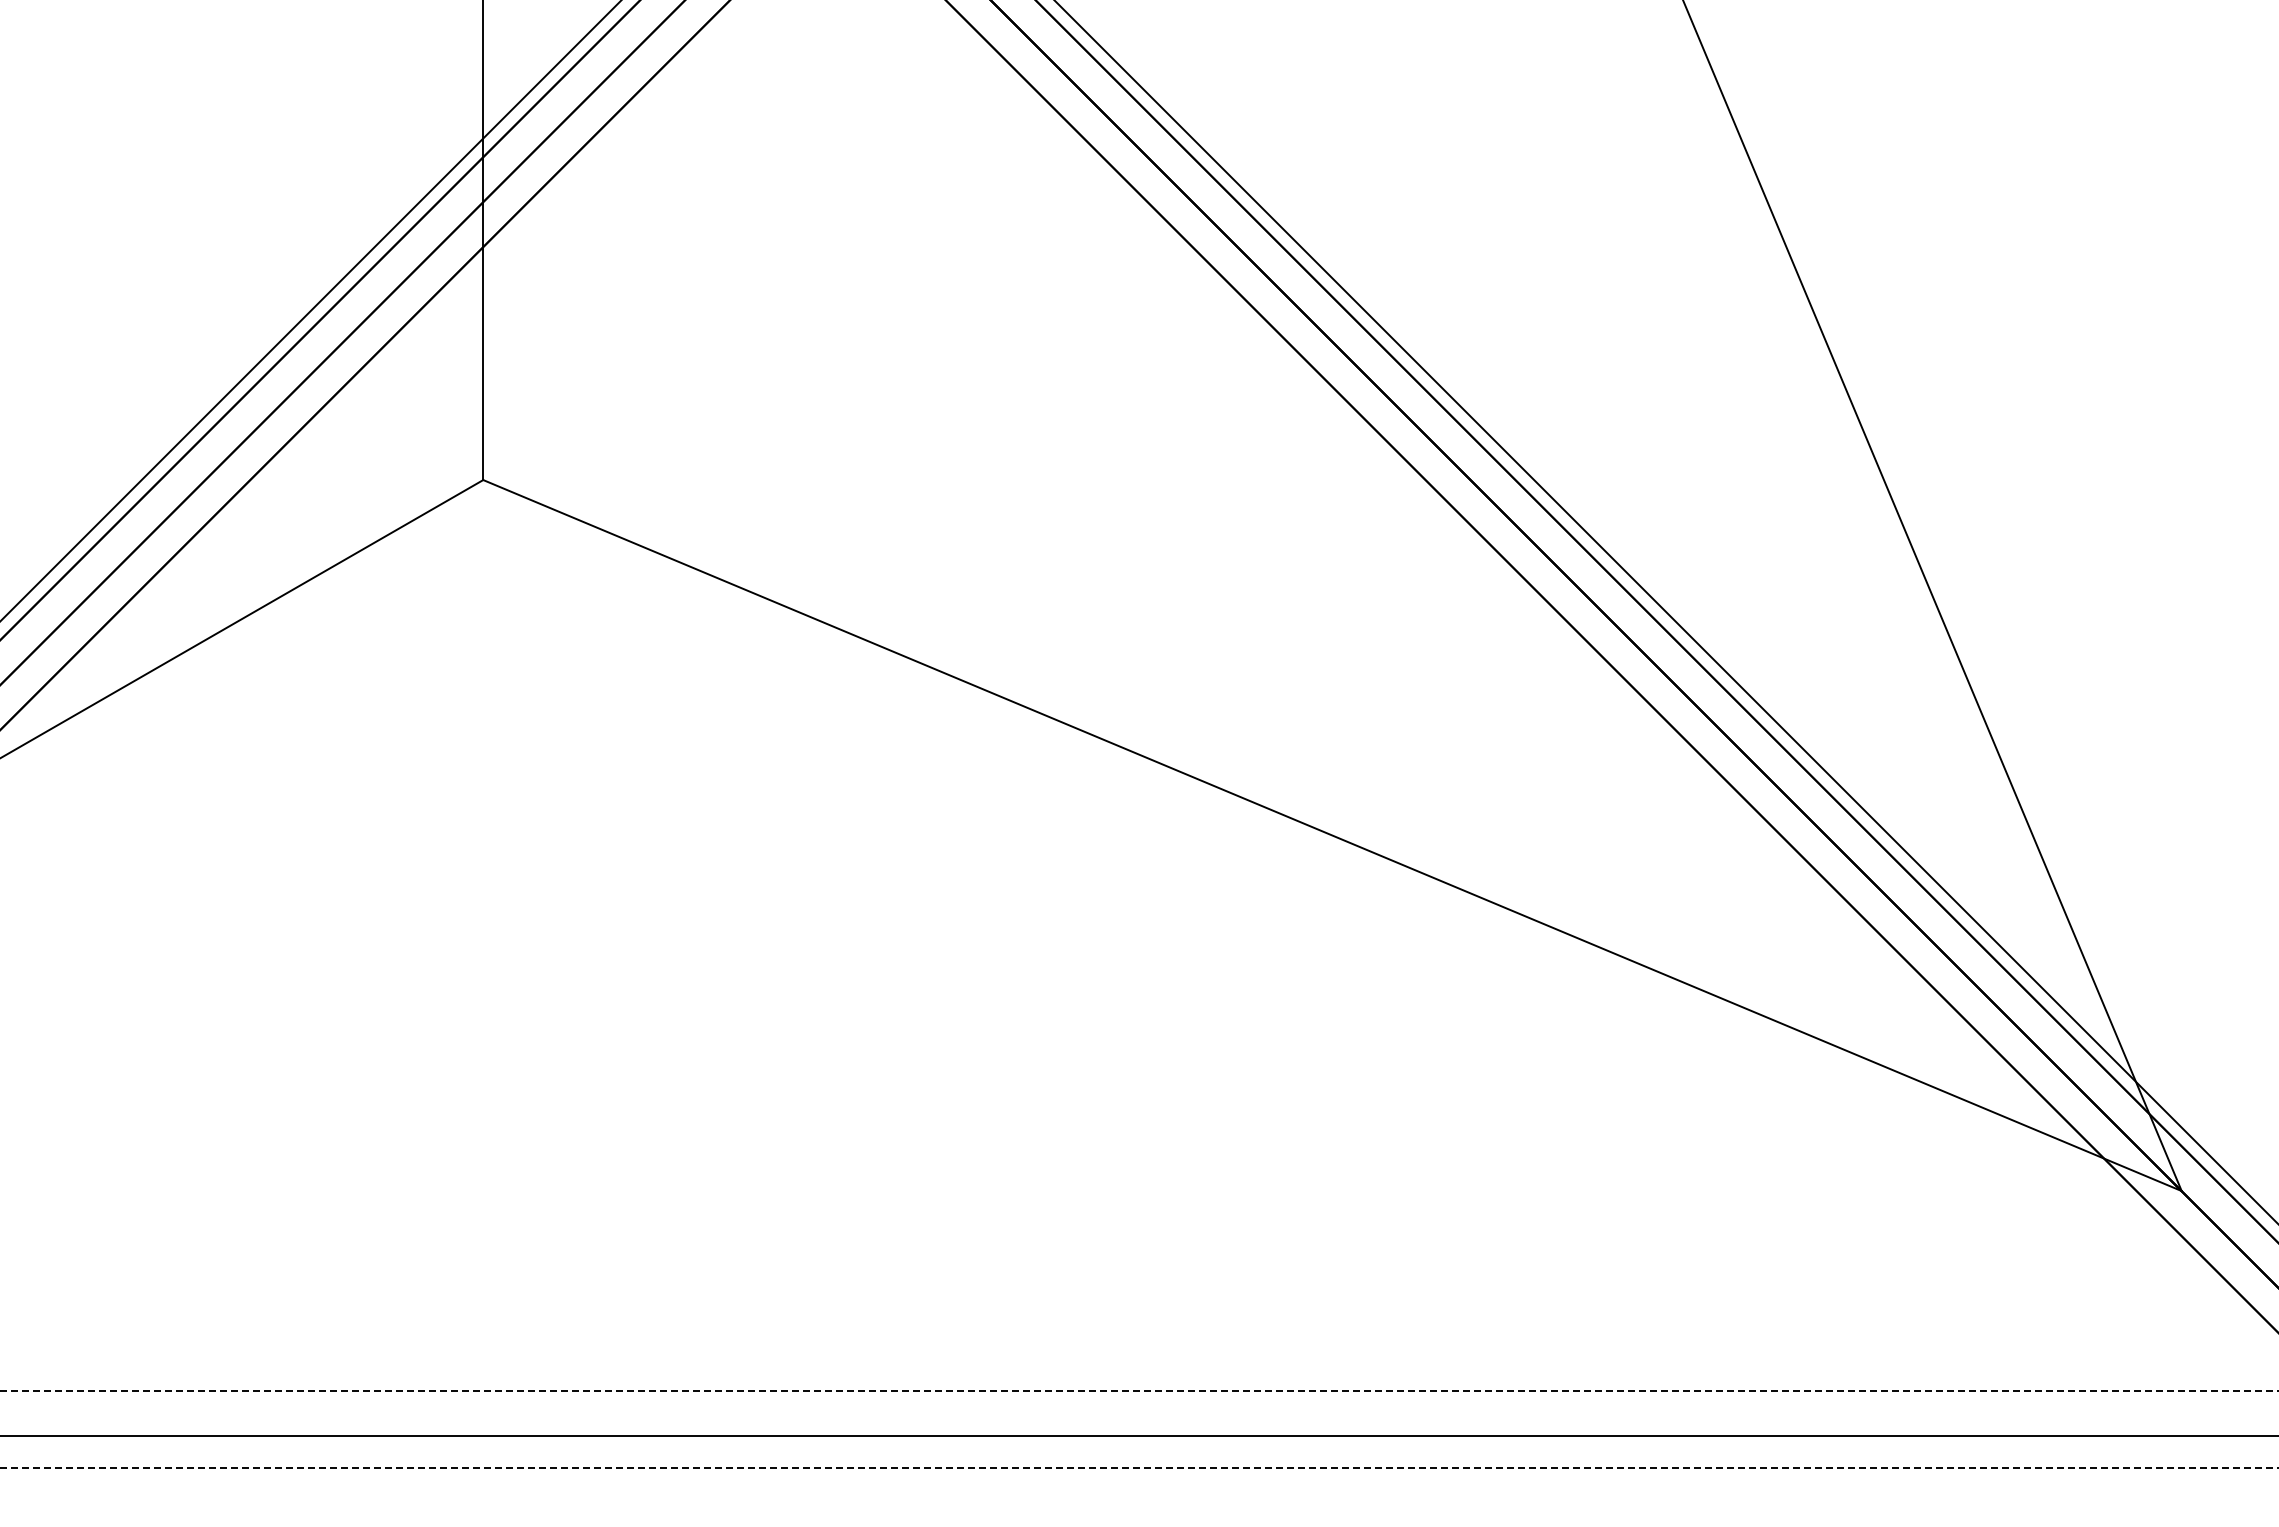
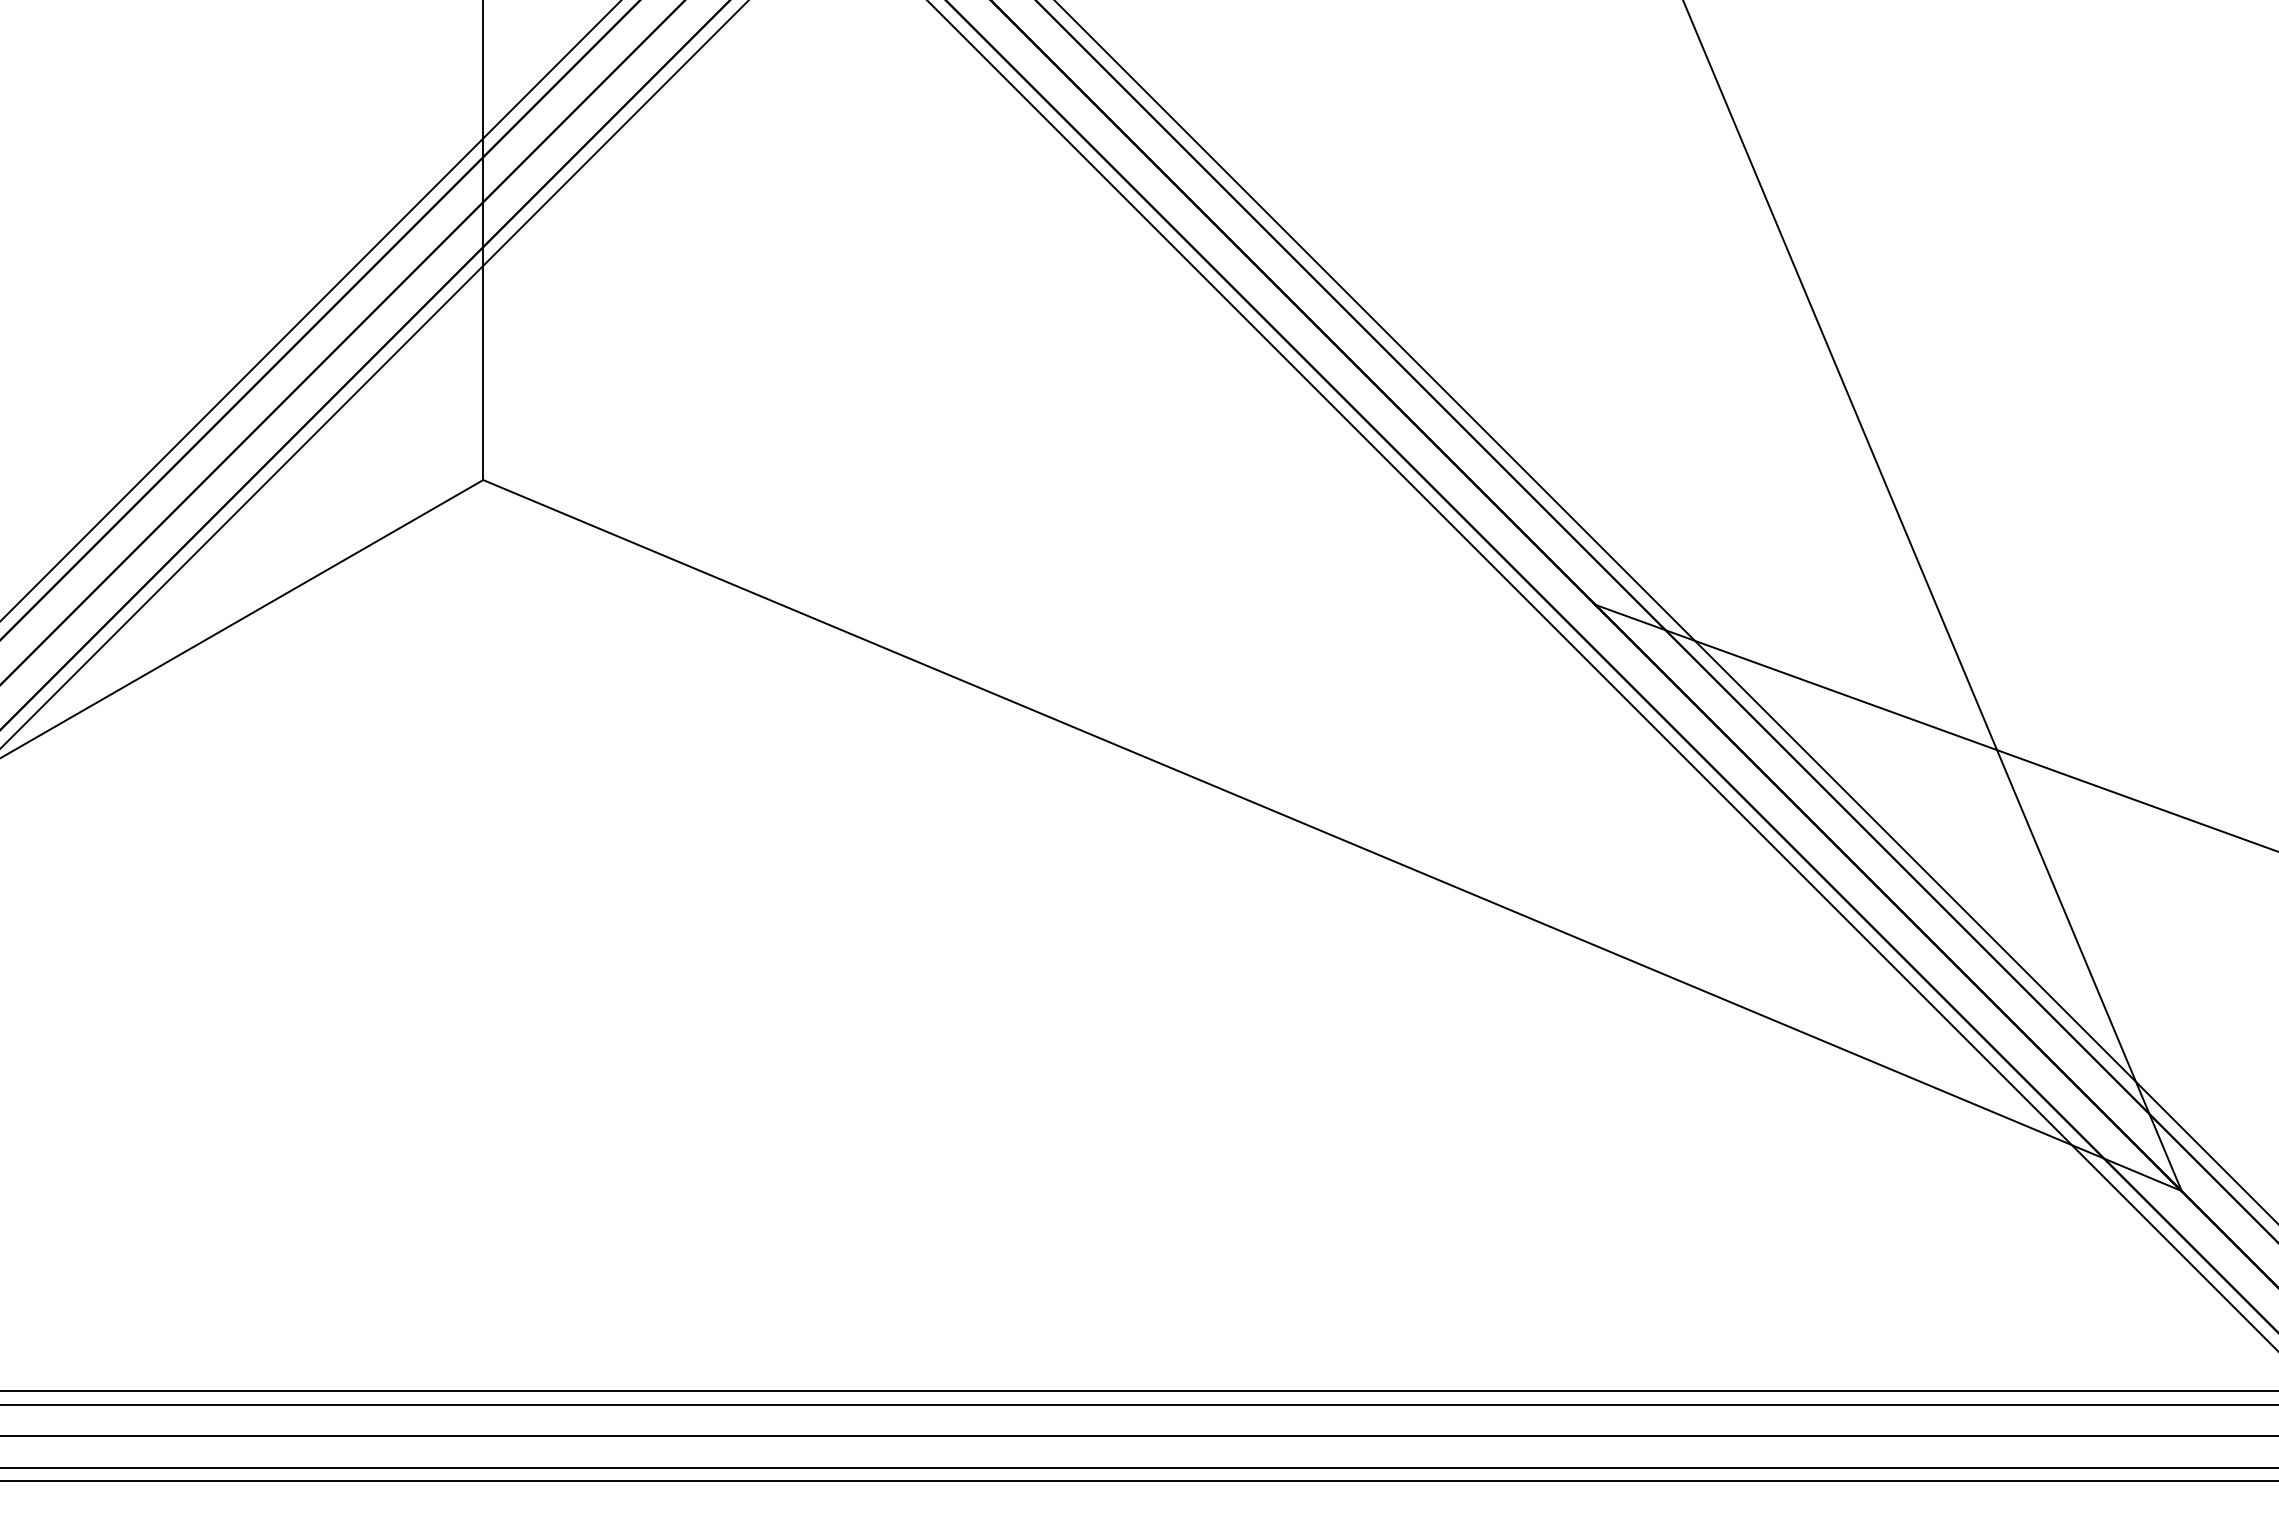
line at (374, 374): none -> present
line at (1602, 675): none -> present
line at (1935, 727): none -> present
line at (1138, 1391): dashed -> solid
line at (1138, 1404): none -> present
line at (1138, 1468): dashed -> solid
line at (1138, 1481): none -> present
